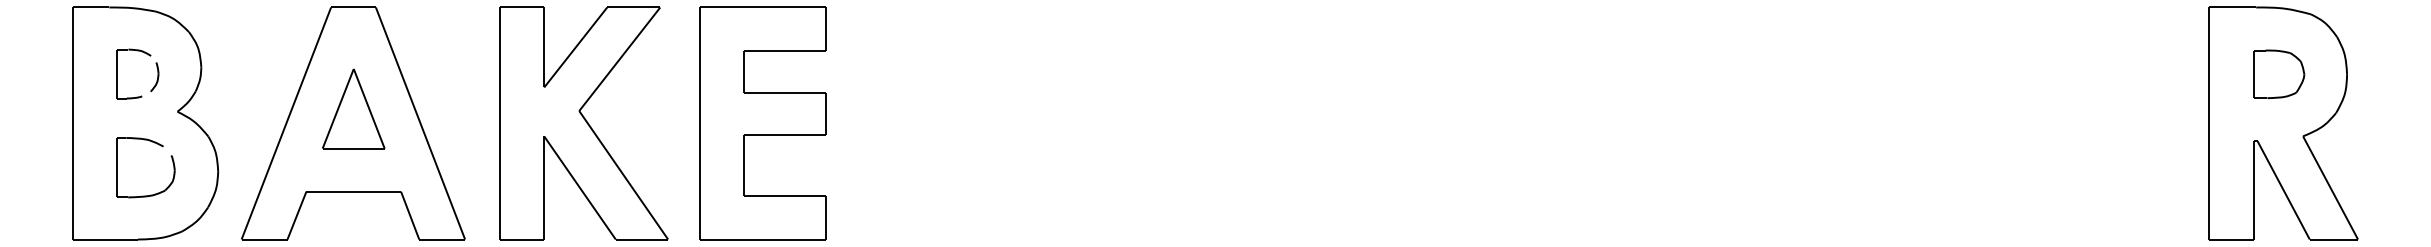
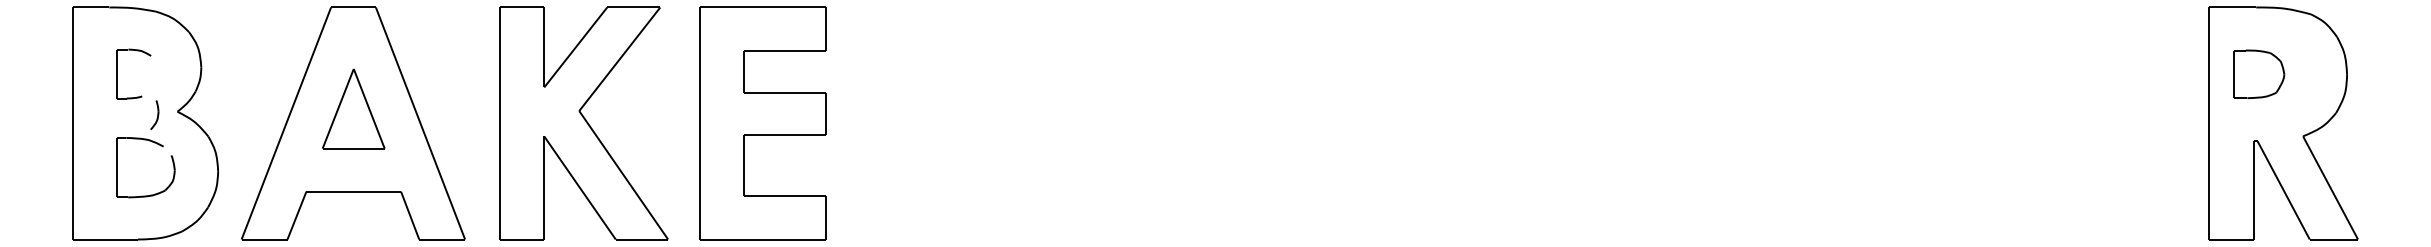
part at (2279, 73) position: (2279, 73) -> (2259, 73)
part at (154, 77) position: (154, 77) -> (154, 115)
